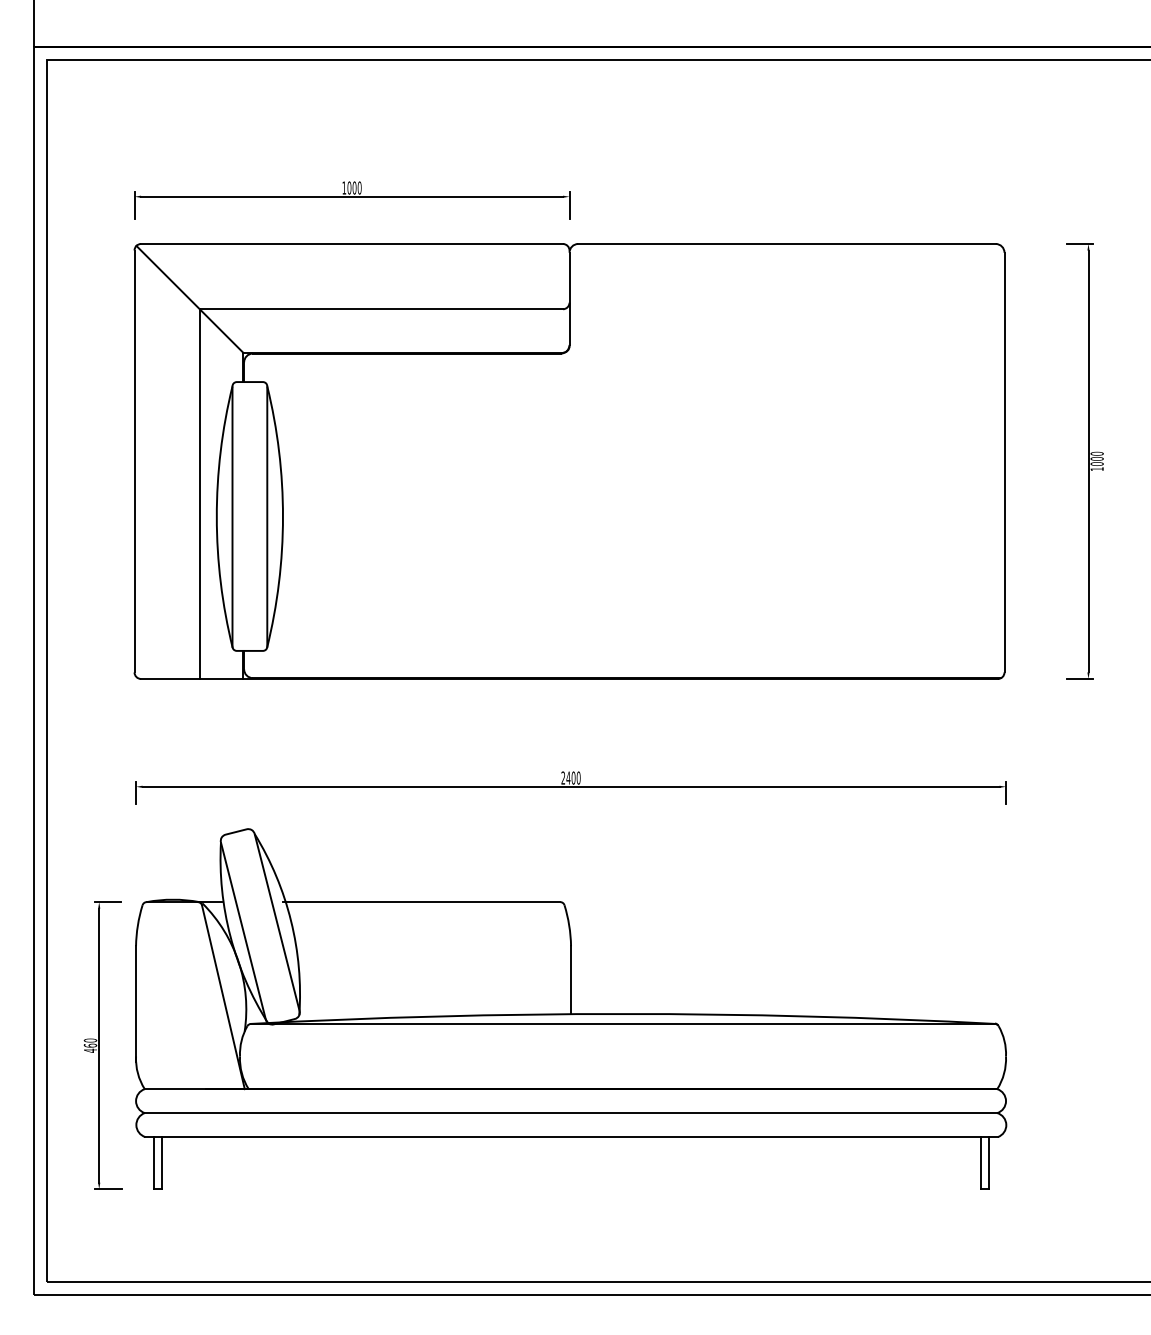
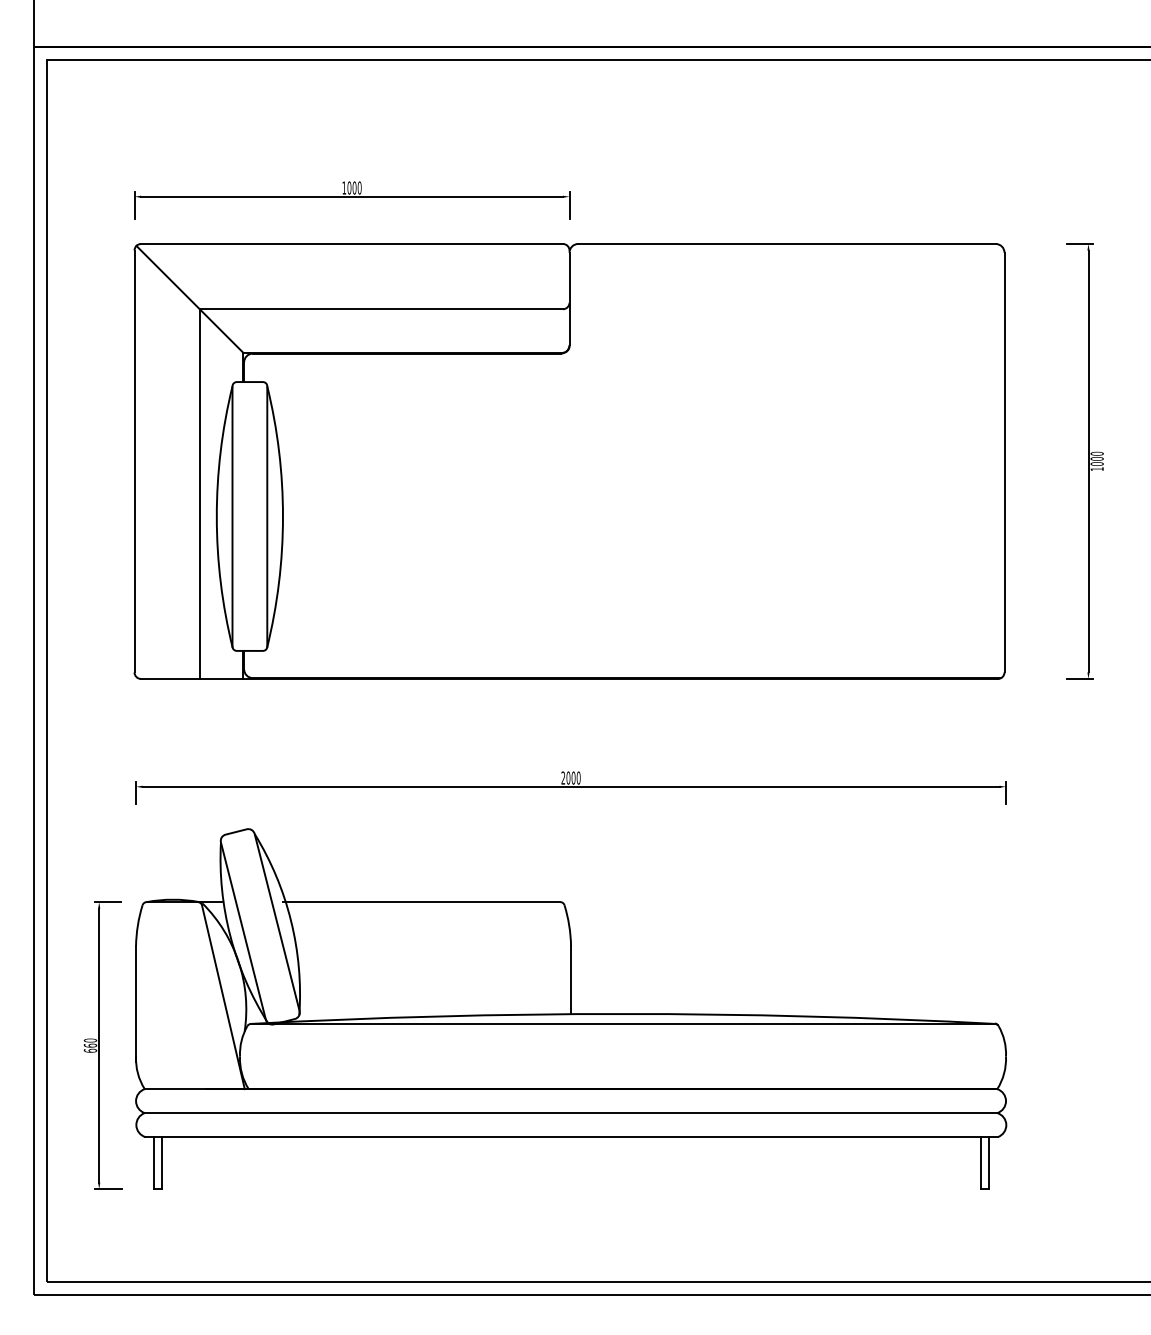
text at (568, 777): 2400 -> 2000
text at (90, 1050): 460 -> 660
